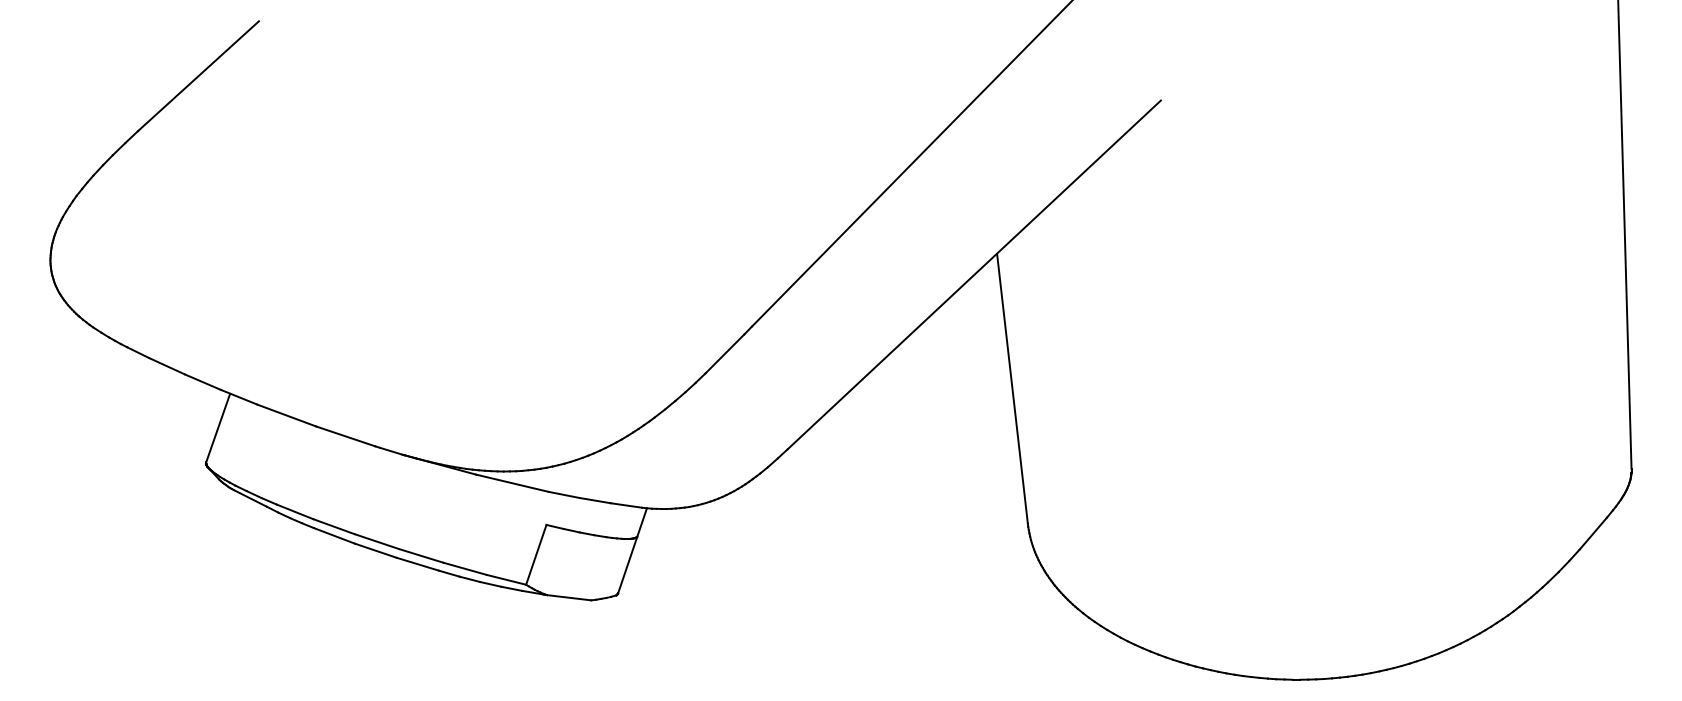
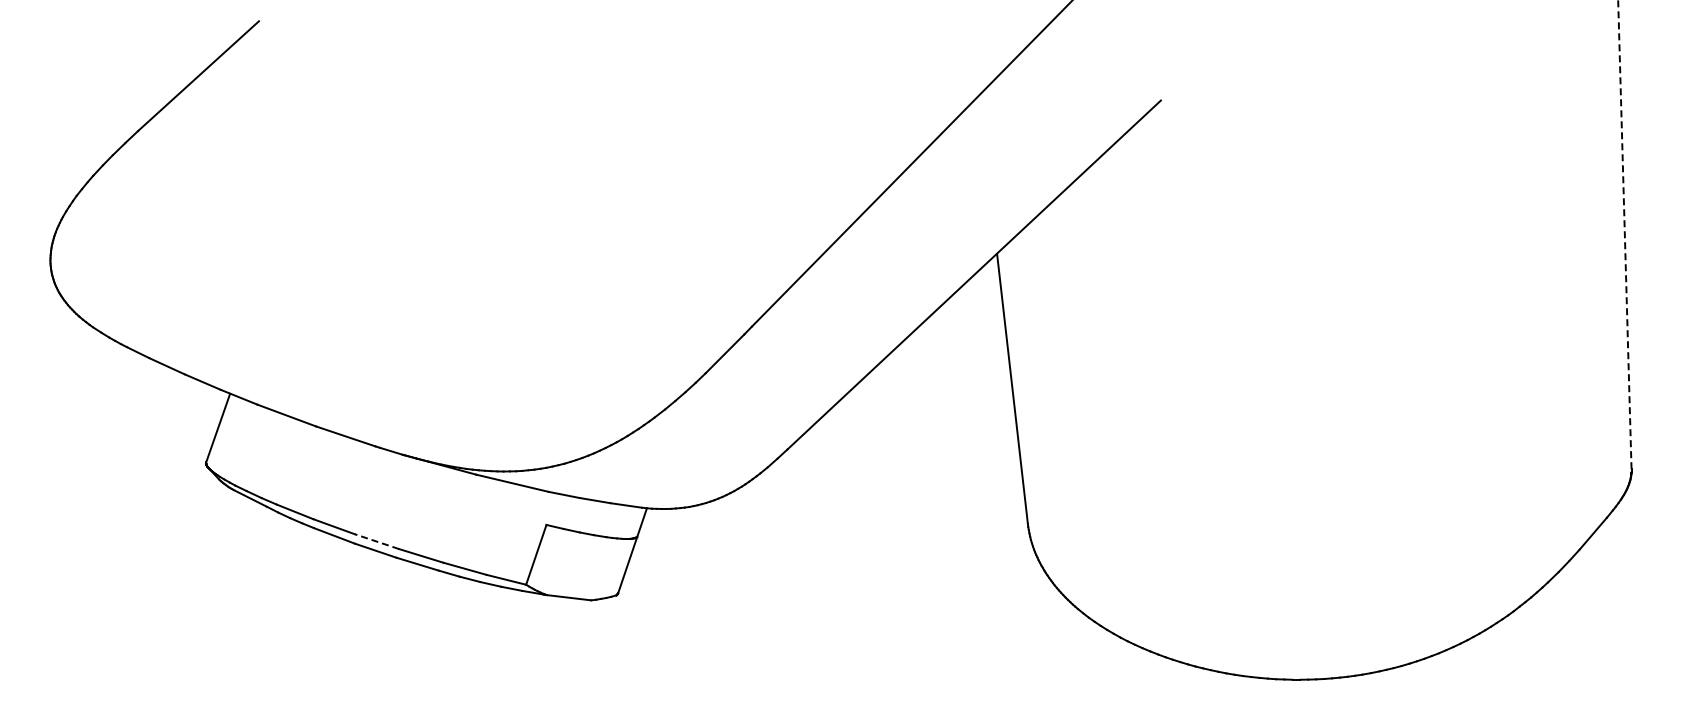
line at (1624, 234): solid -> dashed
line at (376, 541): solid -> dashed
